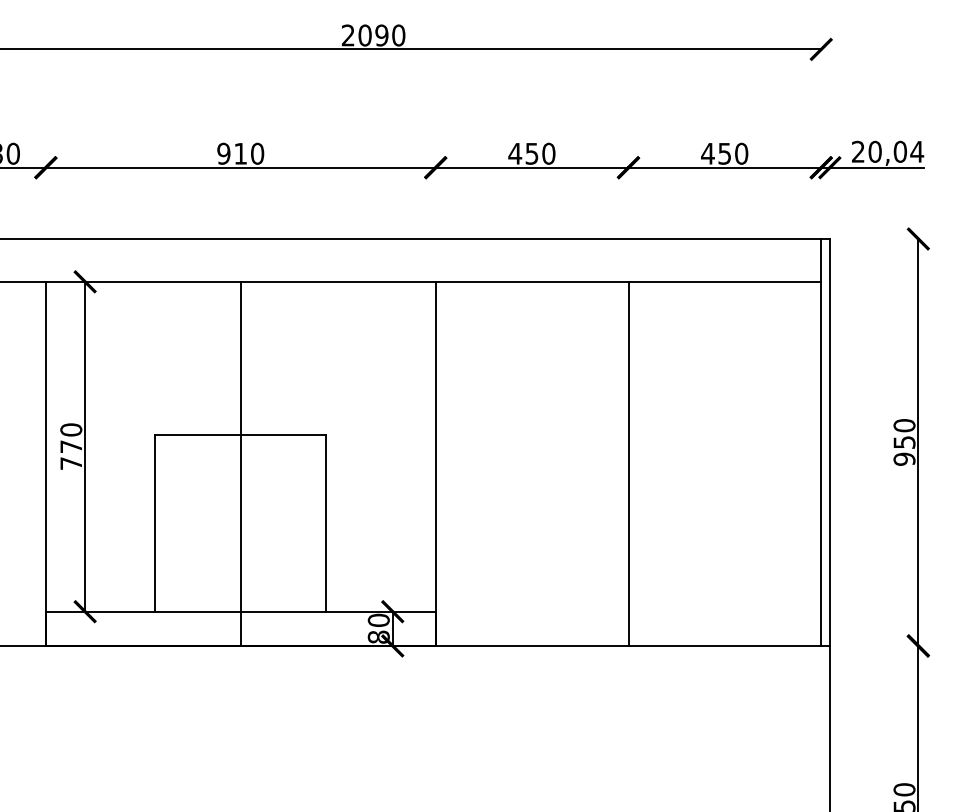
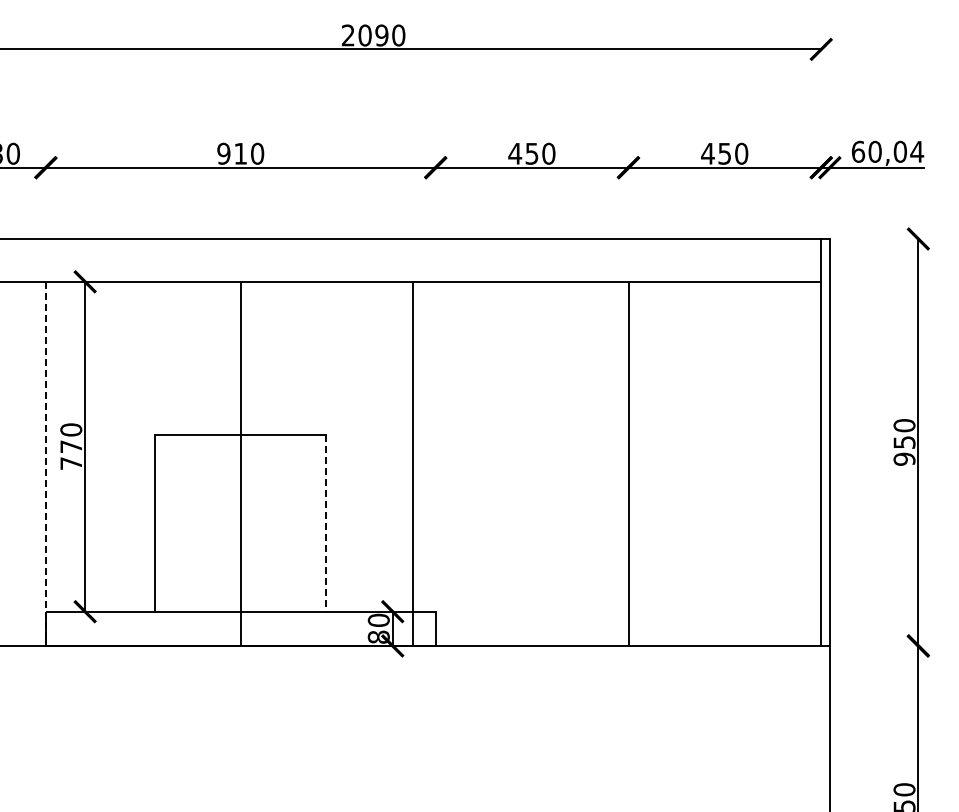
text at (858, 151): 20,04 -> 60,04
line at (435, 463) position: (435, 463) -> (412, 463)
line at (45, 464): solid -> dashed
line at (326, 524): solid -> dashed
